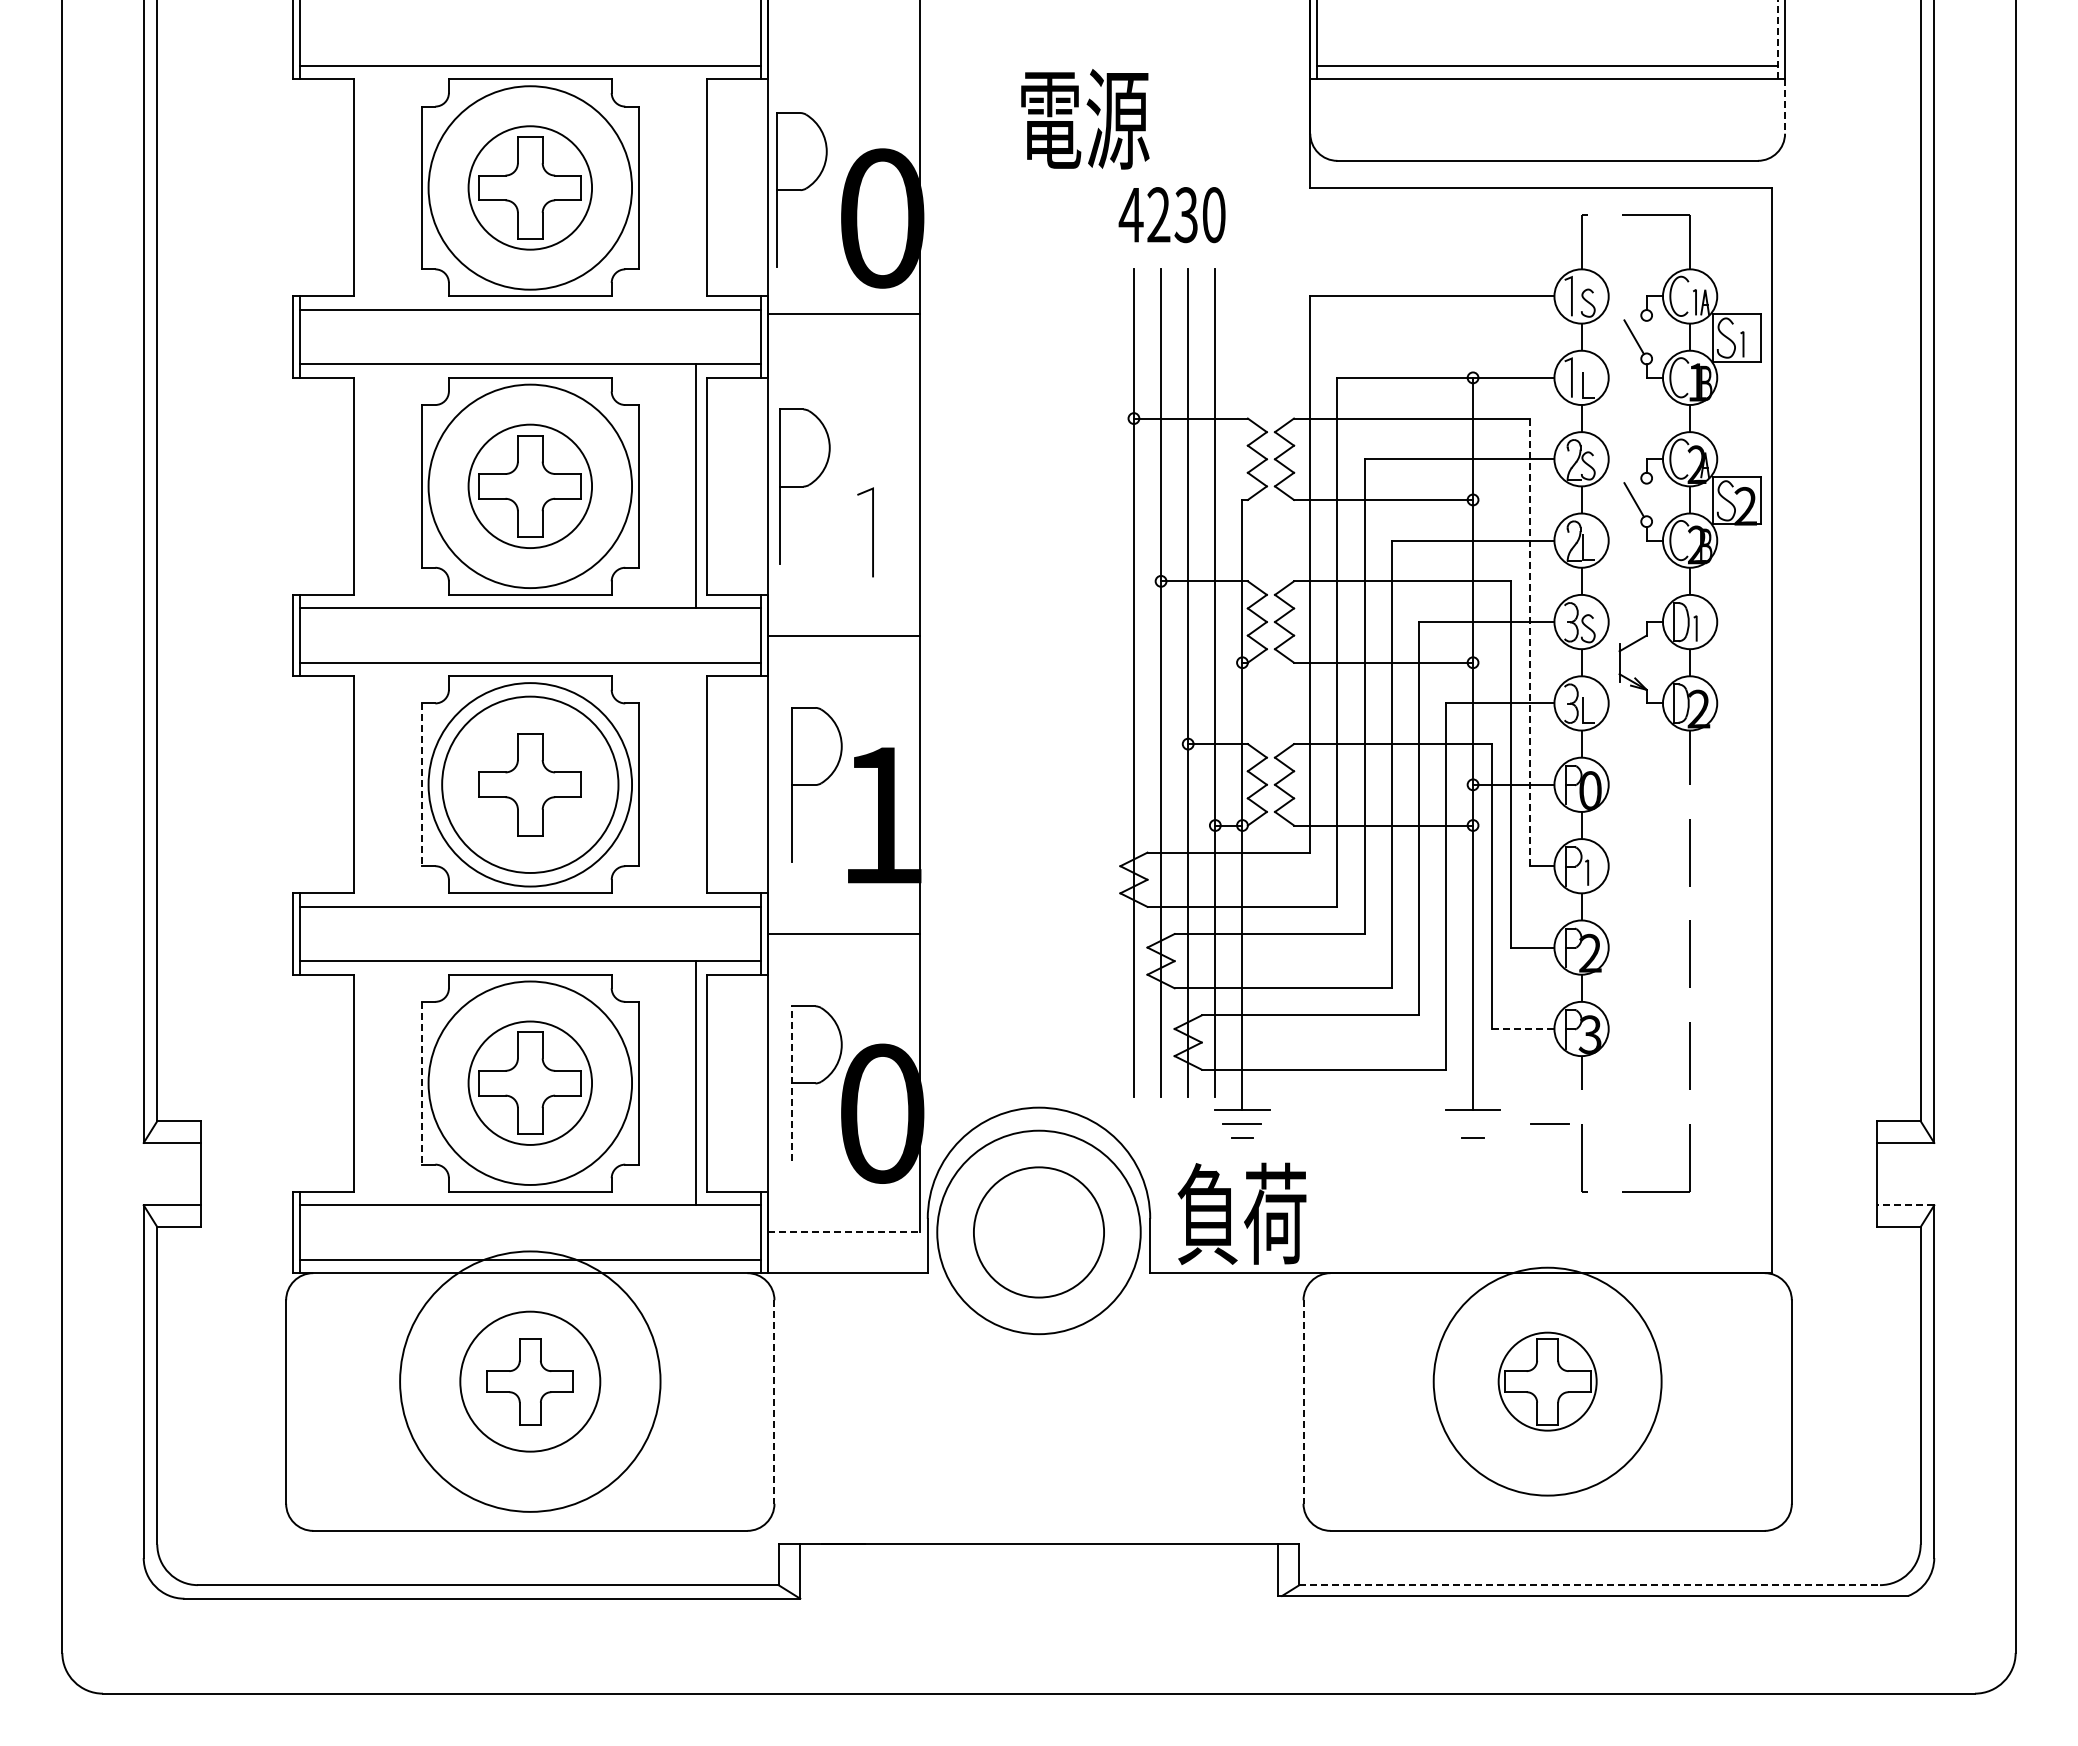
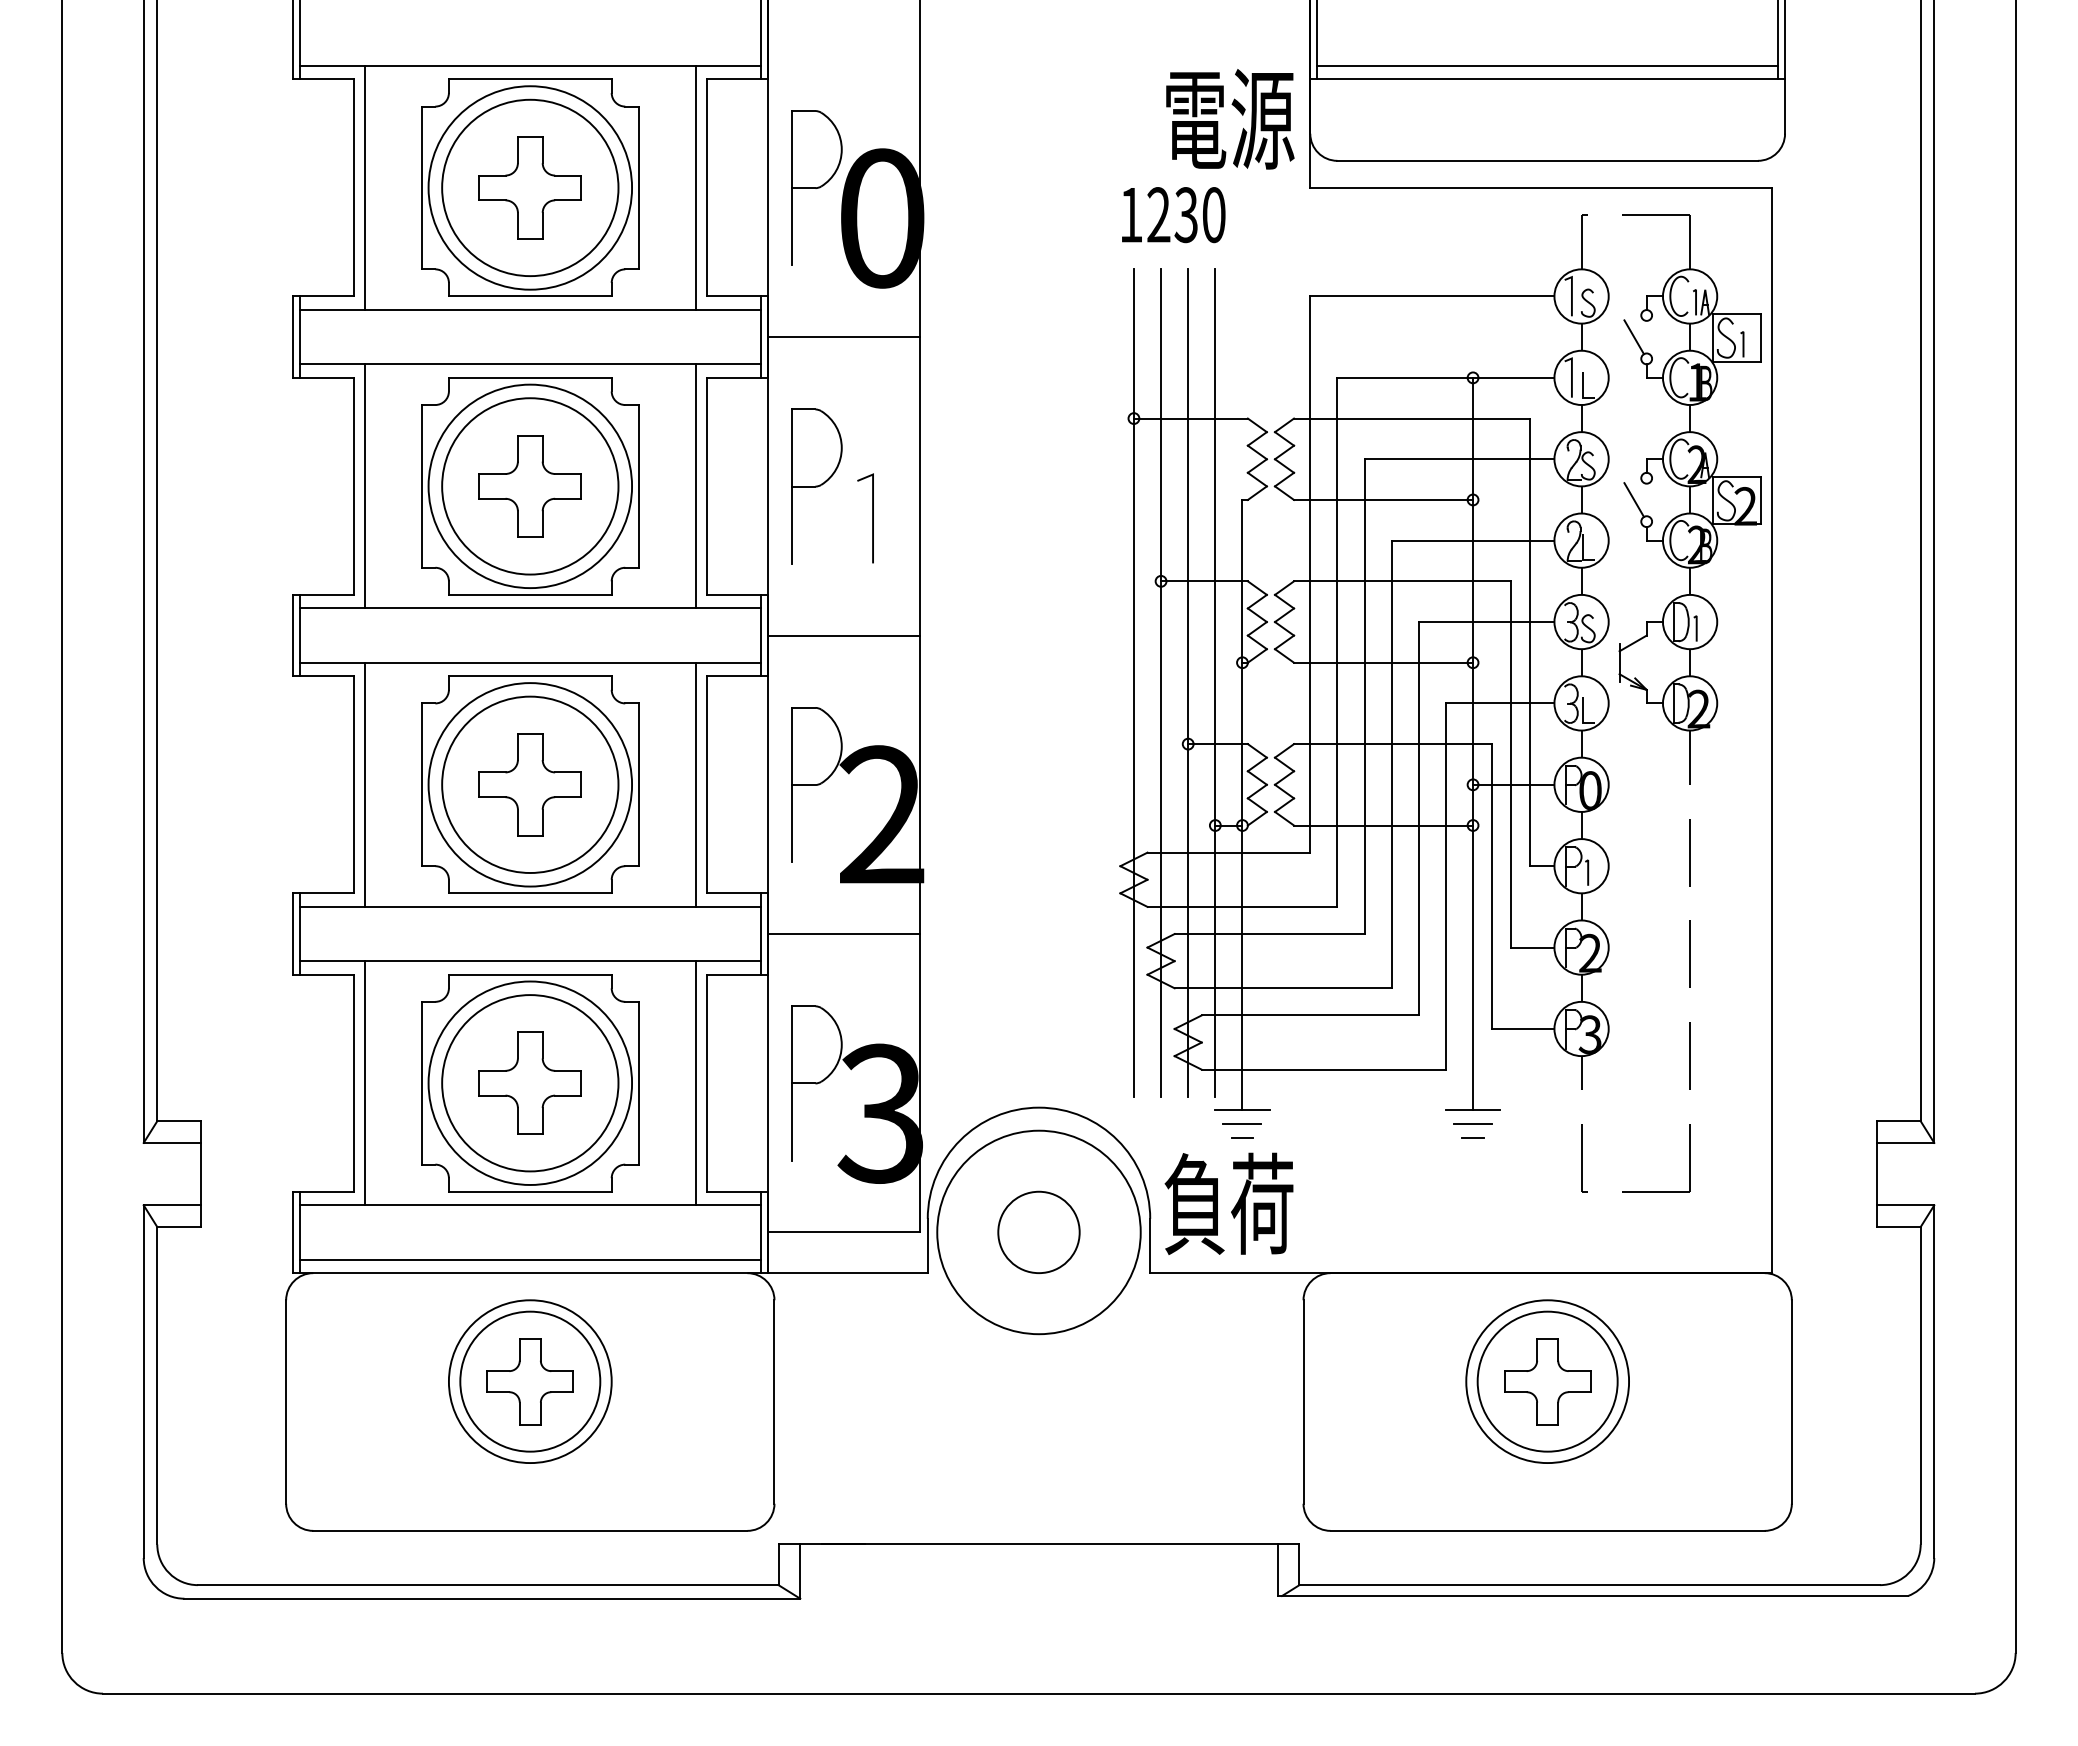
line at (1778, 39): dashed -> solid
line at (1785, 107): dashed -> solid
text at (1085, 119) position: (1085, 119) -> (1230, 119)
line at (364, 187): none -> present
circle at (530, 187) diameter: 123 px -> 176 px
line at (695, 187): none -> present
part at (801, 189) position: (801, 189) -> (816, 187)
text at (1130, 215): 4230 -> 1230
line at (843, 314) position: (843, 314) -> (843, 337)
line at (364, 486): none -> present
circle at (530, 486) diameter: 123 px -> 176 px
part at (804, 486) position: (804, 486) -> (816, 486)
line at (872, 532) position: (872, 532) -> (872, 518)
line at (1530, 642): dashed -> solid
line at (364, 784): none -> present
line at (695, 784): none -> present
line at (421, 785): dashed -> solid
text at (881, 814): 1 -> 2
line at (1522, 1028): dashed -> solid
circle at (530, 1082) diameter: 123 px -> 176 px
line at (791, 1082): dashed -> solid
line at (364, 1083): none -> present
line at (421, 1083): dashed -> solid
text at (880, 1113): 0 -> 3
line at (1549, 1123) position: (1549, 1123) -> (1472, 1123)
line at (1905, 1205): dashed -> solid
text at (1241, 1213) position: (1241, 1213) -> (1228, 1203)
line at (843, 1232): dashed -> solid
circle at (1038, 1232) diameter: 130 px -> 81 px
circle at (530, 1381) diameter: 260 px -> 163 px
circle at (1547, 1381) diameter: 228 px -> 163 px
circle at (1547, 1381) diameter: 98 px -> 140 px
line at (774, 1402): dashed -> solid
line at (1303, 1402): dashed -> solid
line at (1590, 1585): dashed -> solid
